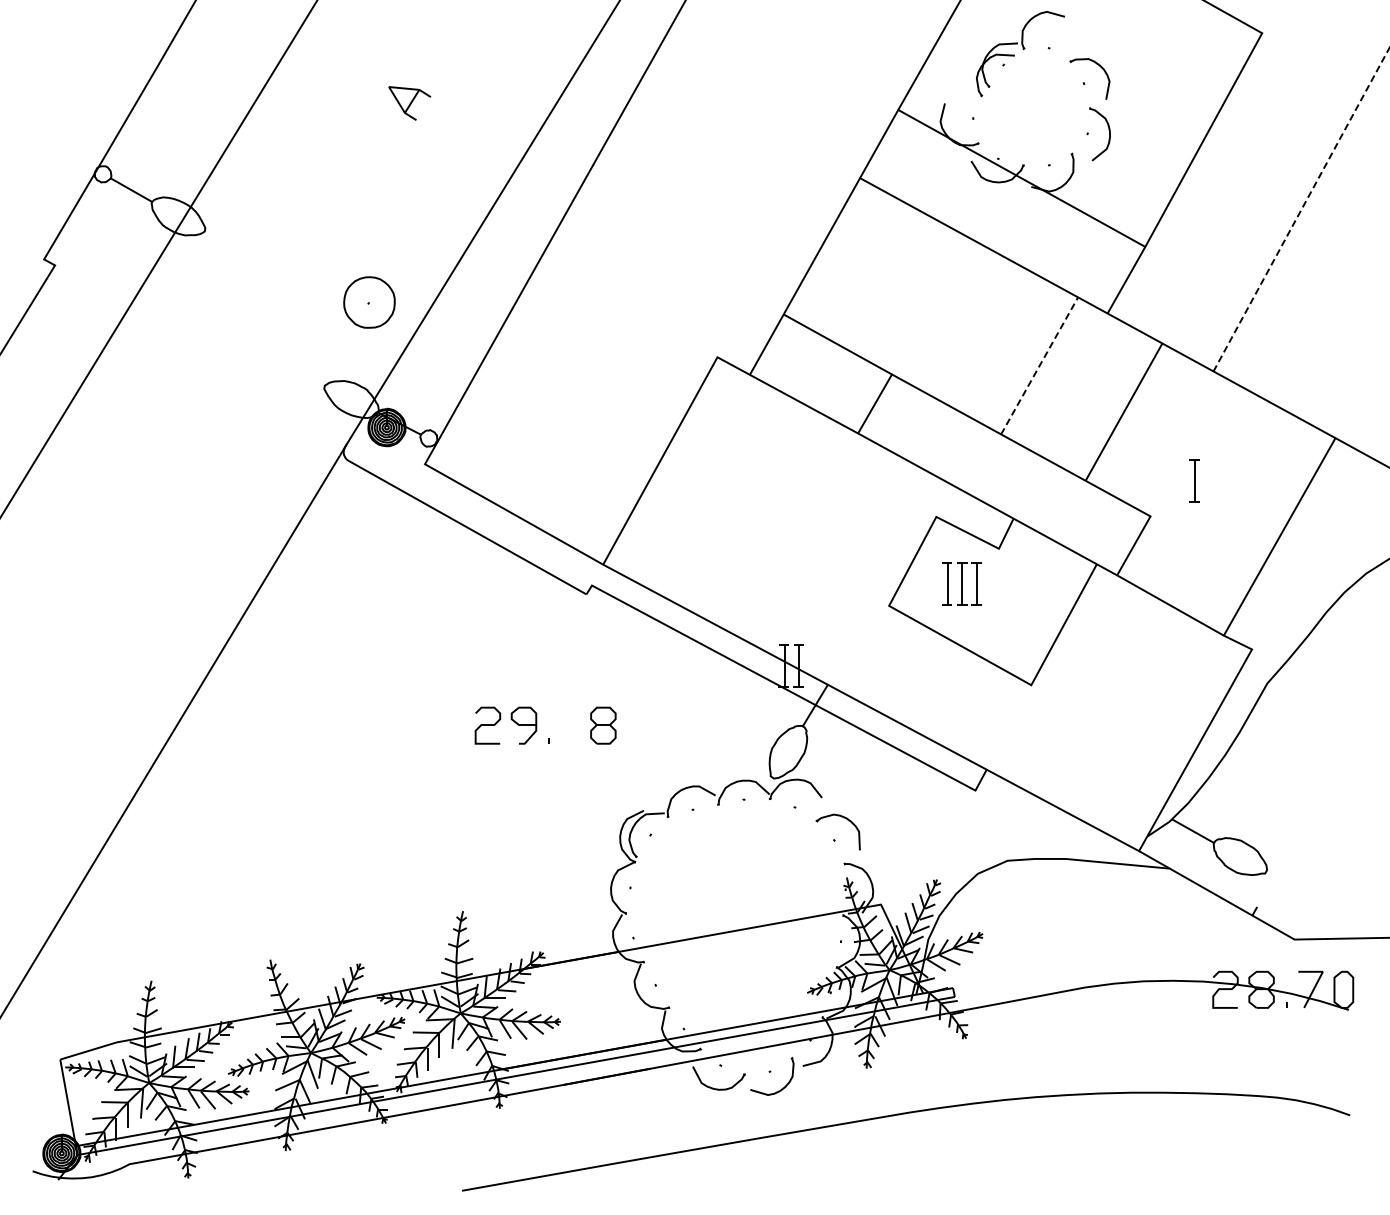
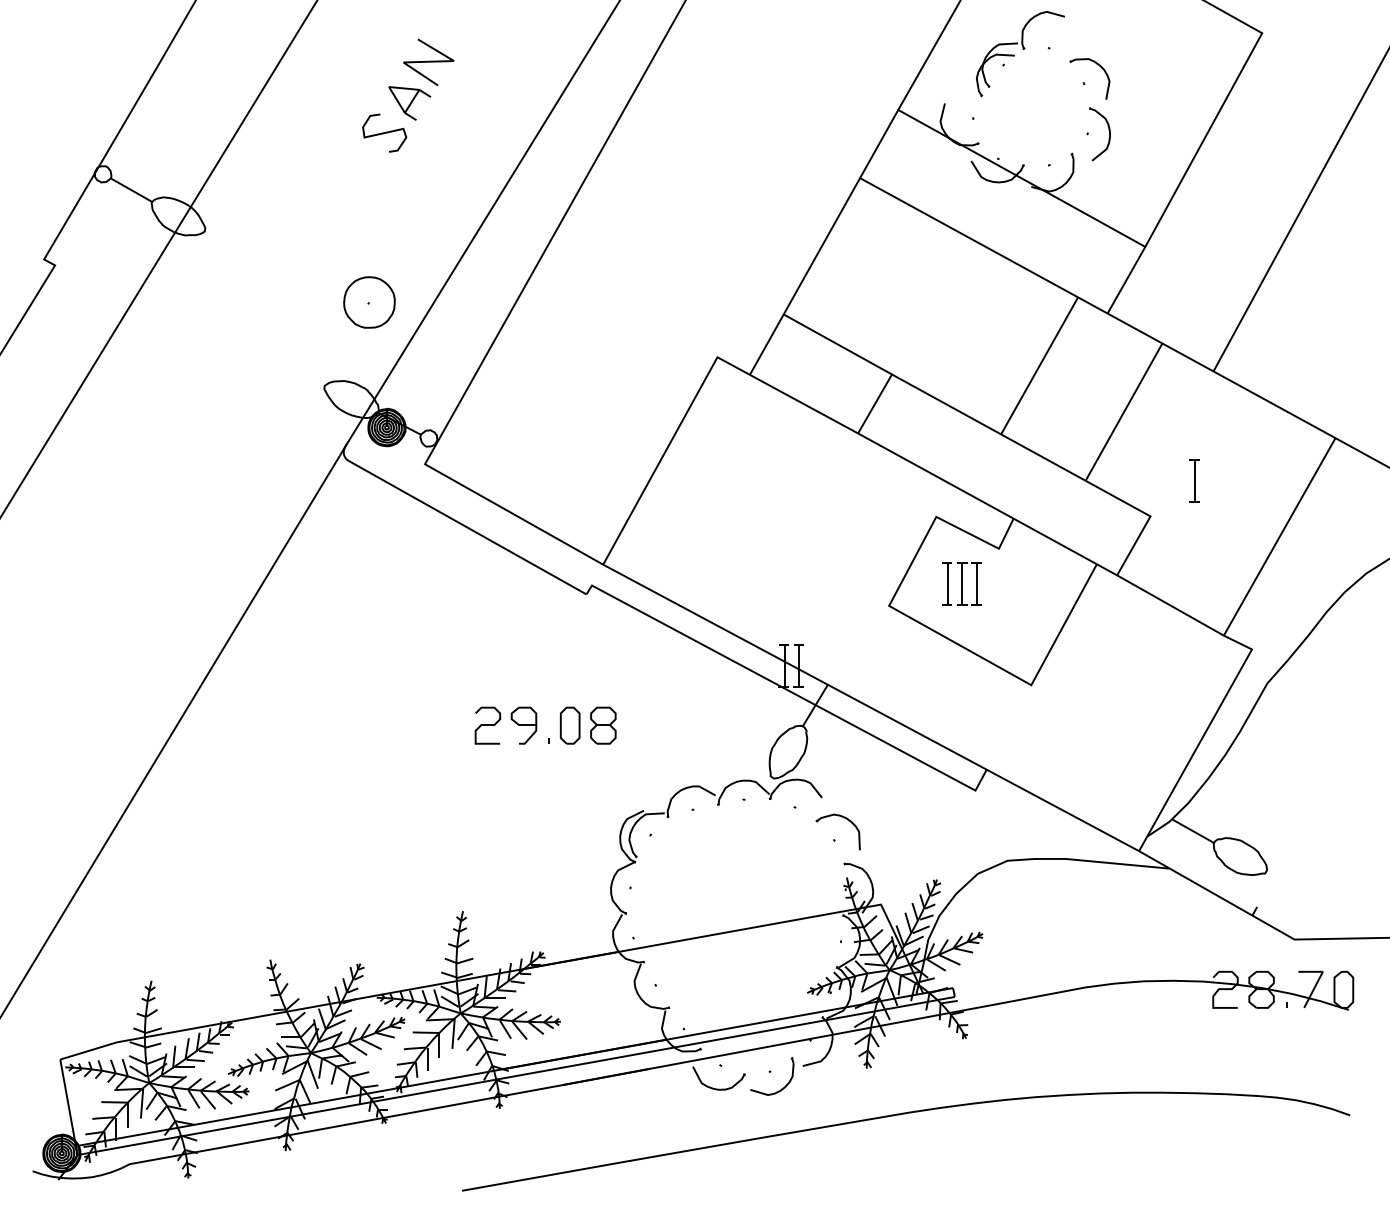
line at (428, 62): none -> present
curve at (384, 132): none -> present
line at (1301, 209): dashed -> solid
line at (1039, 366): dashed -> solid
part at (569, 725): none -> present
